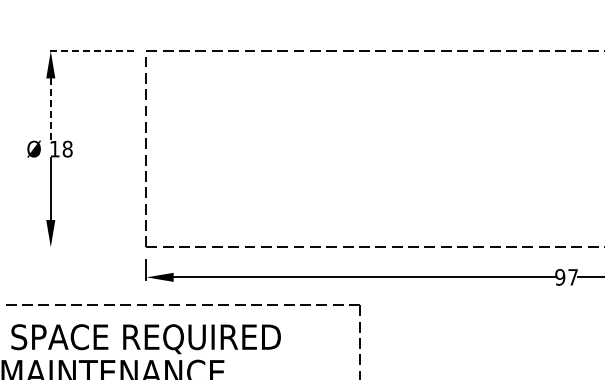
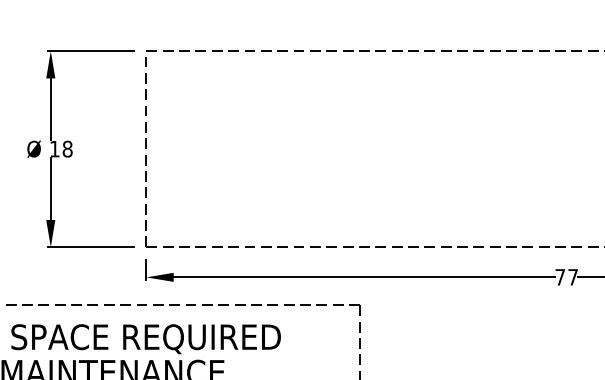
line at (90, 51): dashed -> solid
line at (50, 109): dashed -> solid
line at (91, 247): none -> present
text at (560, 277): 97 -> 77
